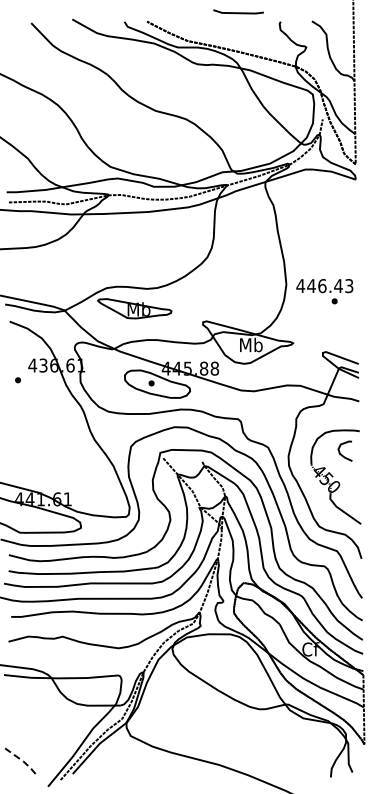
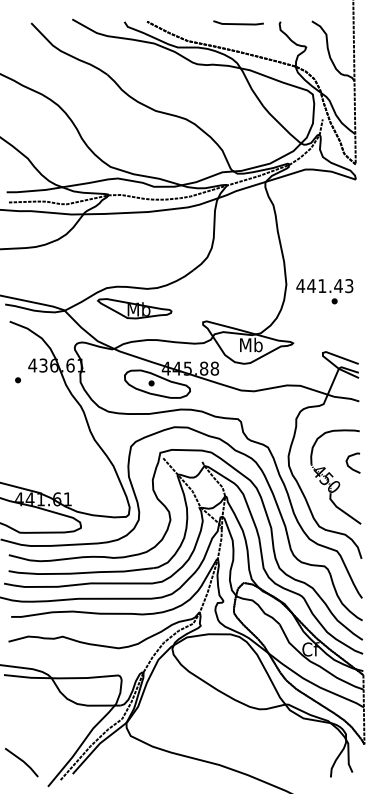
line at (238, 12) position: (238, 12) -> (238, 23)
text at (322, 286): 446.43 -> 441.43
curve at (340, 451) position: (340, 451) -> (348, 463)
line at (23, 761): dashed -> solid
